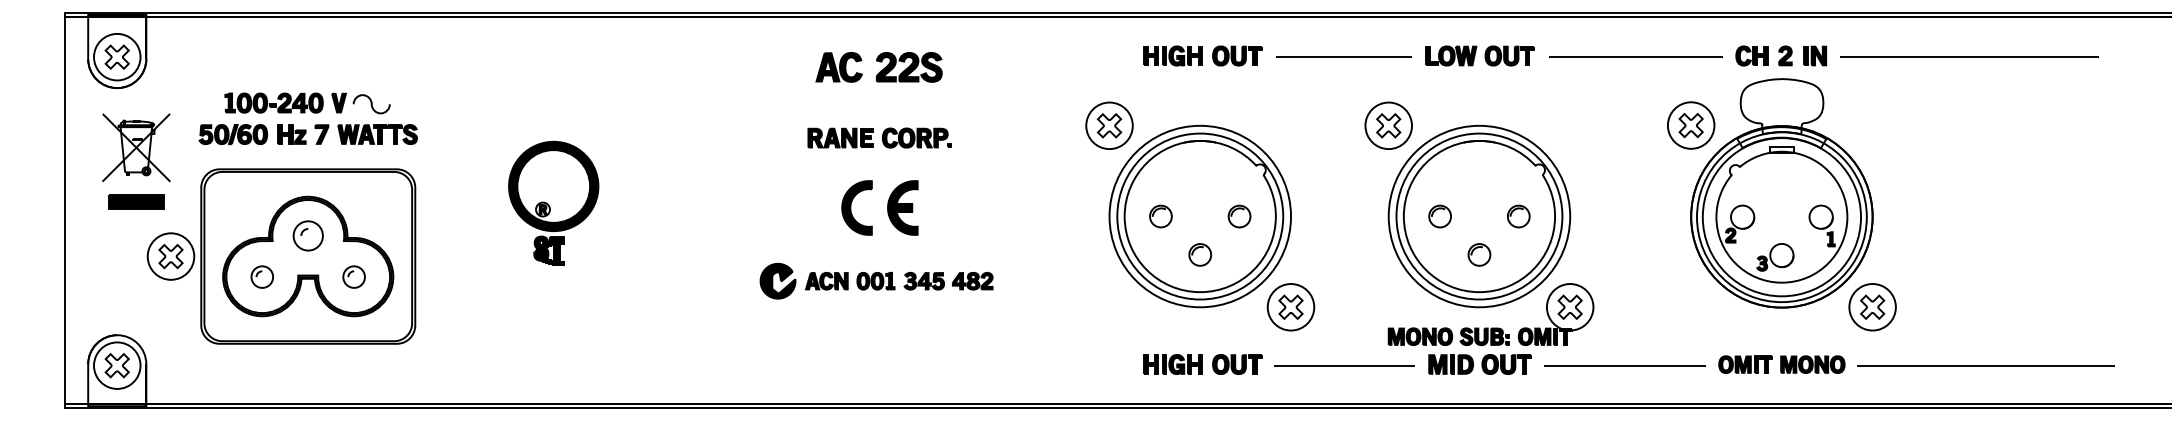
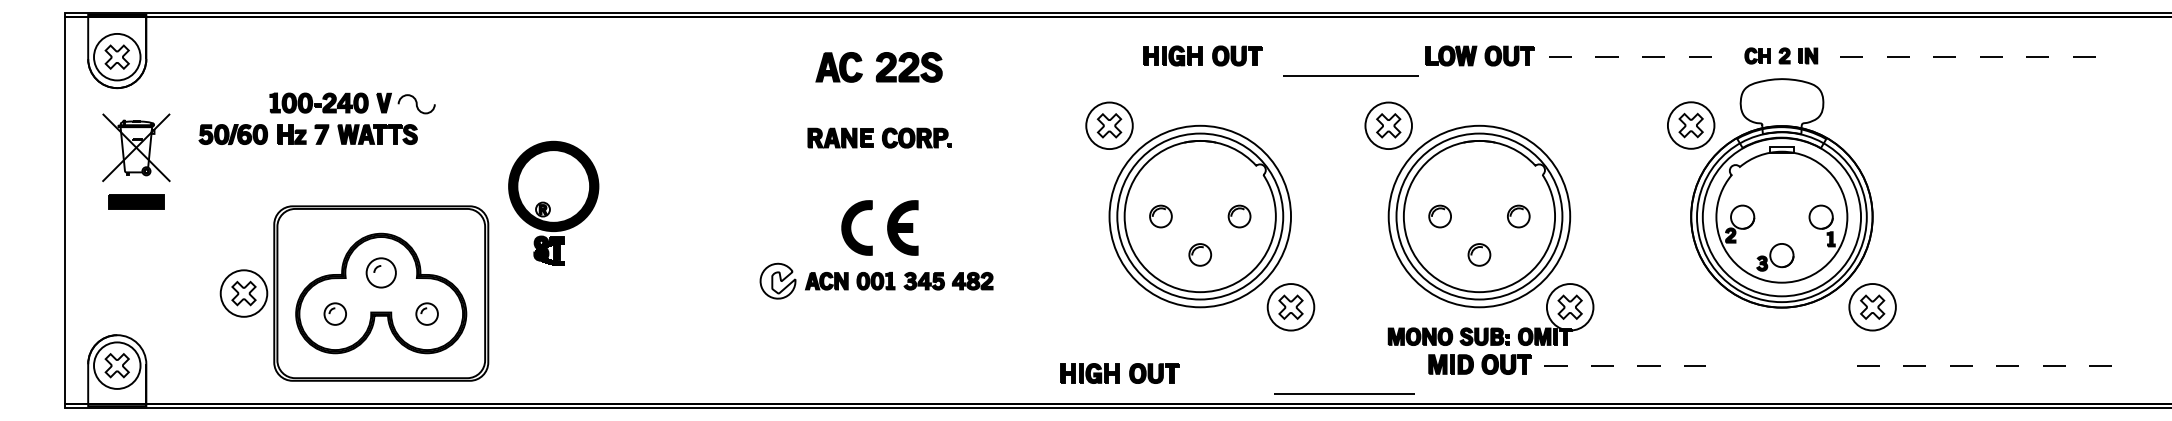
part at (1781, 55) size: 93x22 px -> 75x18 px
line at (1343, 56) position: (1343, 56) -> (1350, 75)
line at (1636, 57): solid -> dashed
line at (1969, 57): solid -> dashed
part at (307, 103) position: (307, 103) -> (352, 103)
part at (887, 207) position: (887, 207) -> (887, 227)
part at (281, 256) position: (281, 256) -> (354, 293)
fill at (777, 280): present -> none
part at (1202, 364) position: (1202, 364) -> (1119, 373)
part at (1781, 364): present -> none
line at (1344, 365) position: (1344, 365) -> (1344, 393)
line at (1625, 365): solid -> dashed
line at (1986, 365): solid -> dashed
